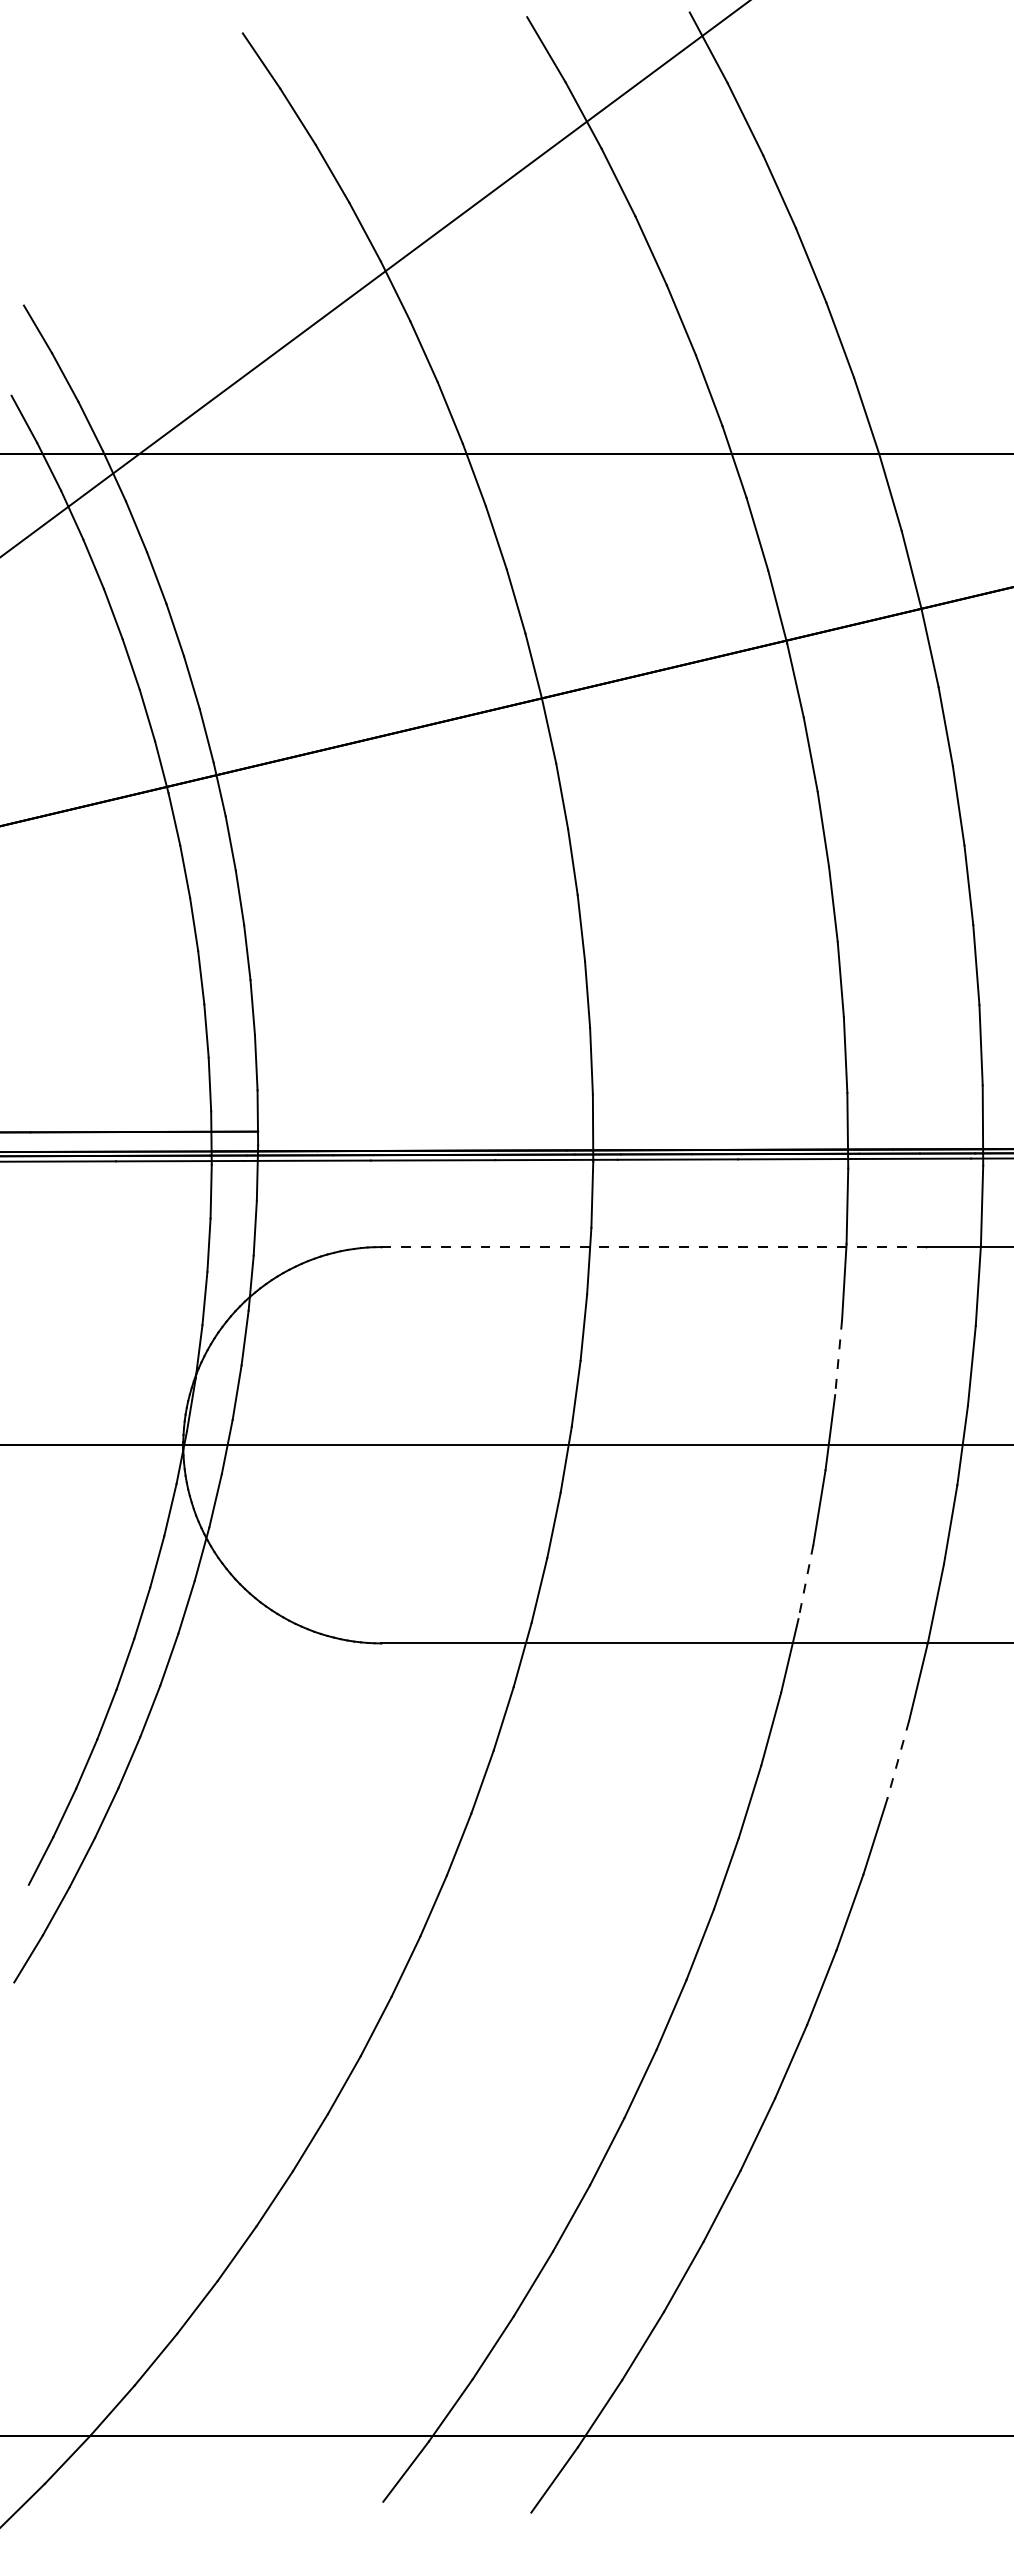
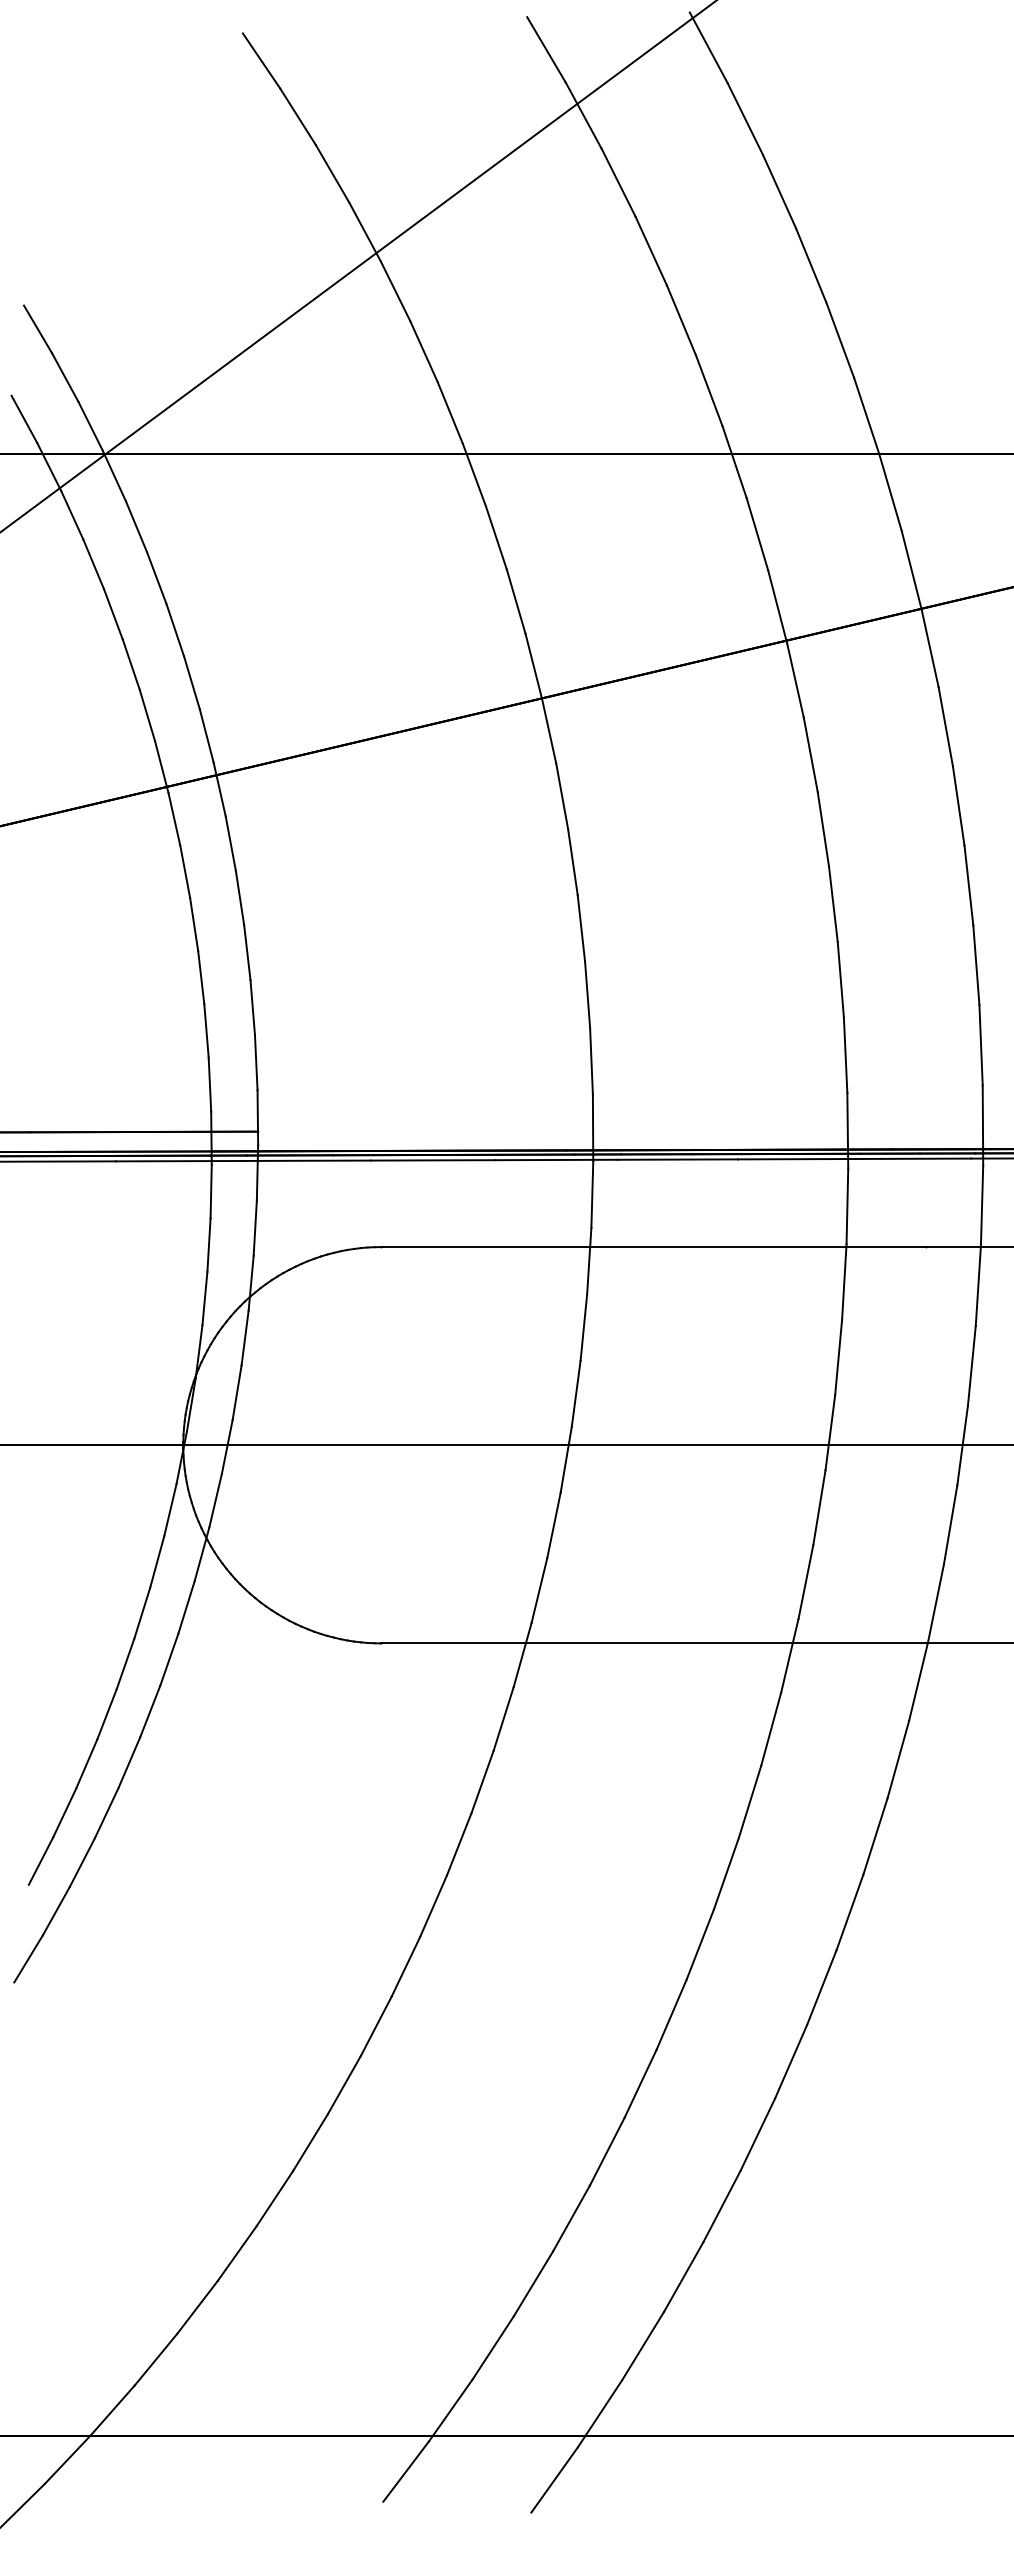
line at (374, 278) position: (374, 278) -> (358, 266)
line at (653, 1247): dashed -> solid
line at (838, 1357): dashed -> solid
line at (805, 1581): dashed -> solid
line at (898, 1760): dashed -> solid
